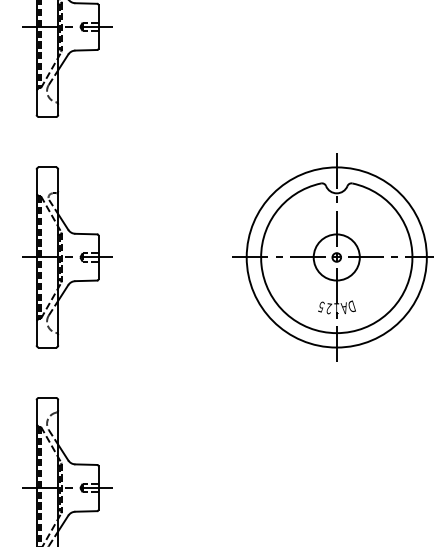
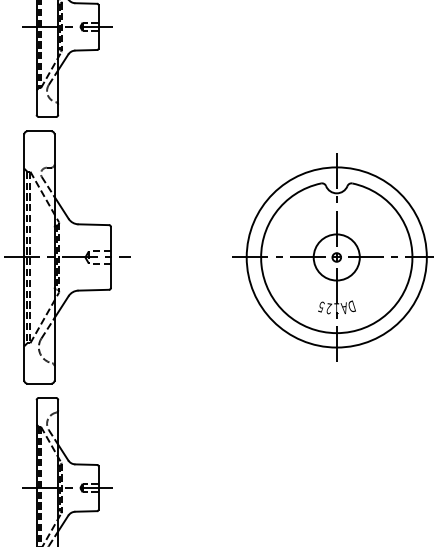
part at (67, 257) size: 91x183 px -> 127x255 px
